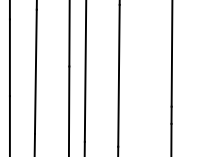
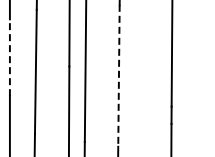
line at (9, 57): solid -> dashed
line at (118, 75): solid -> dashed
